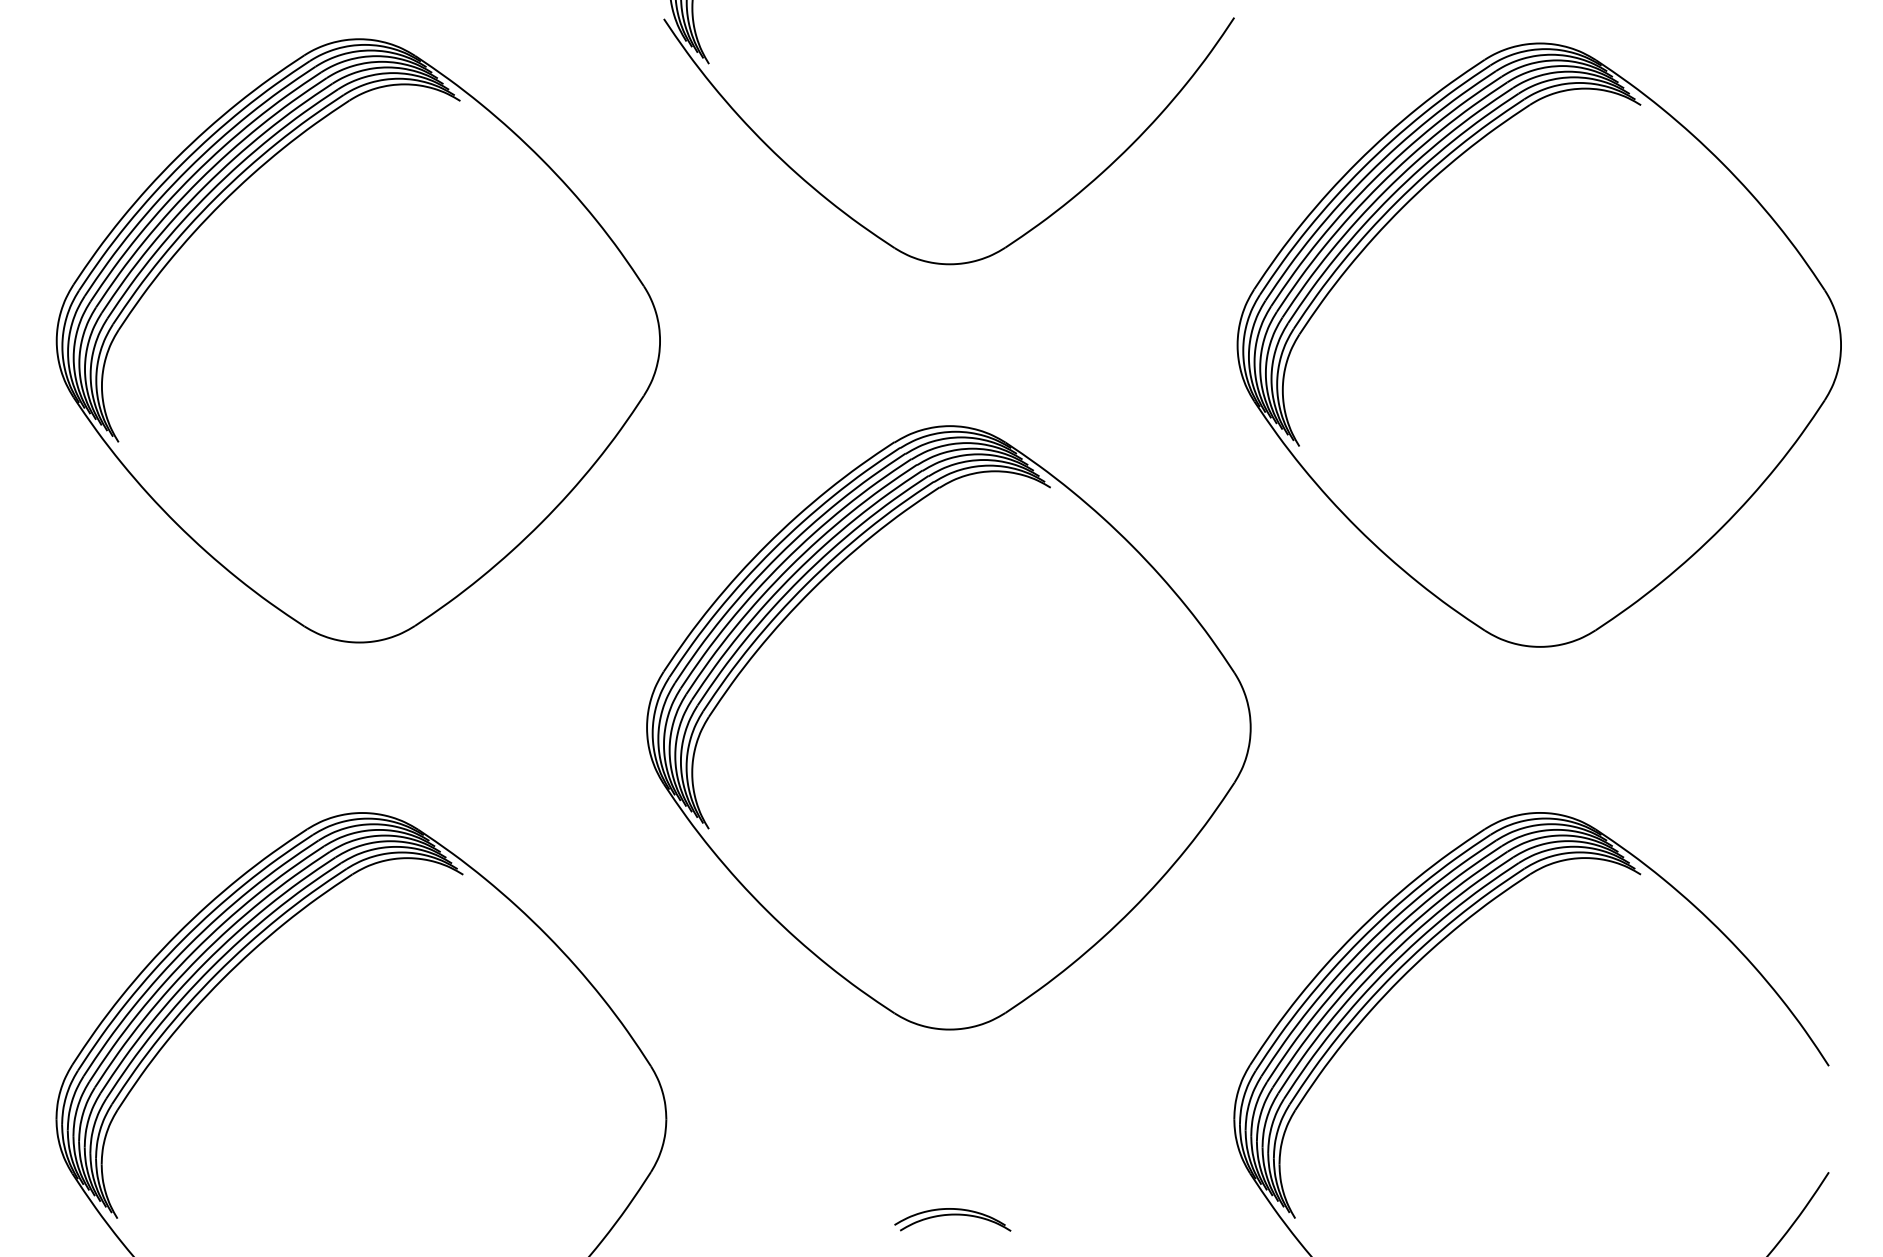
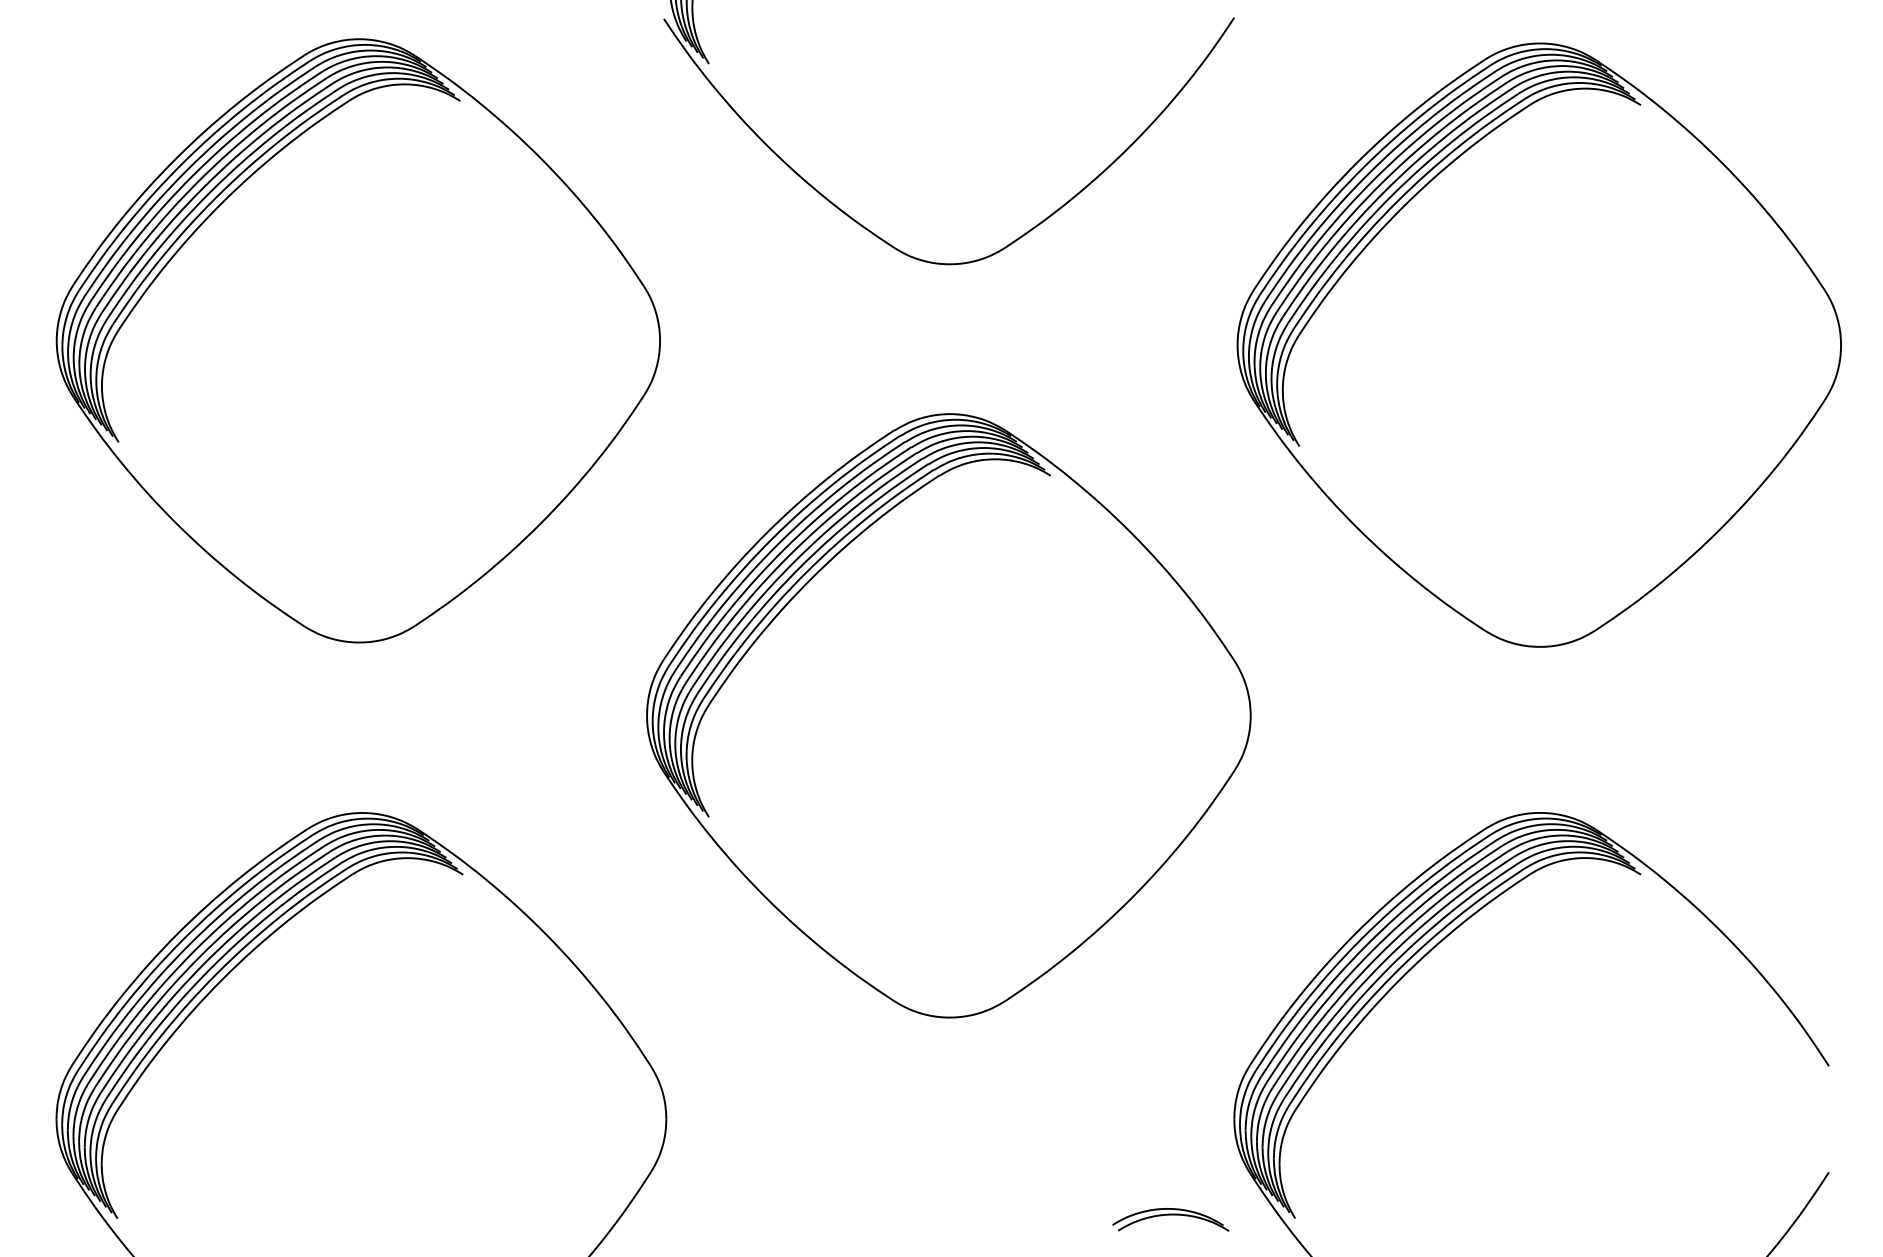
part at (948, 727) position: (948, 727) -> (948, 715)
part at (952, 1219) position: (952, 1219) -> (1170, 1219)
